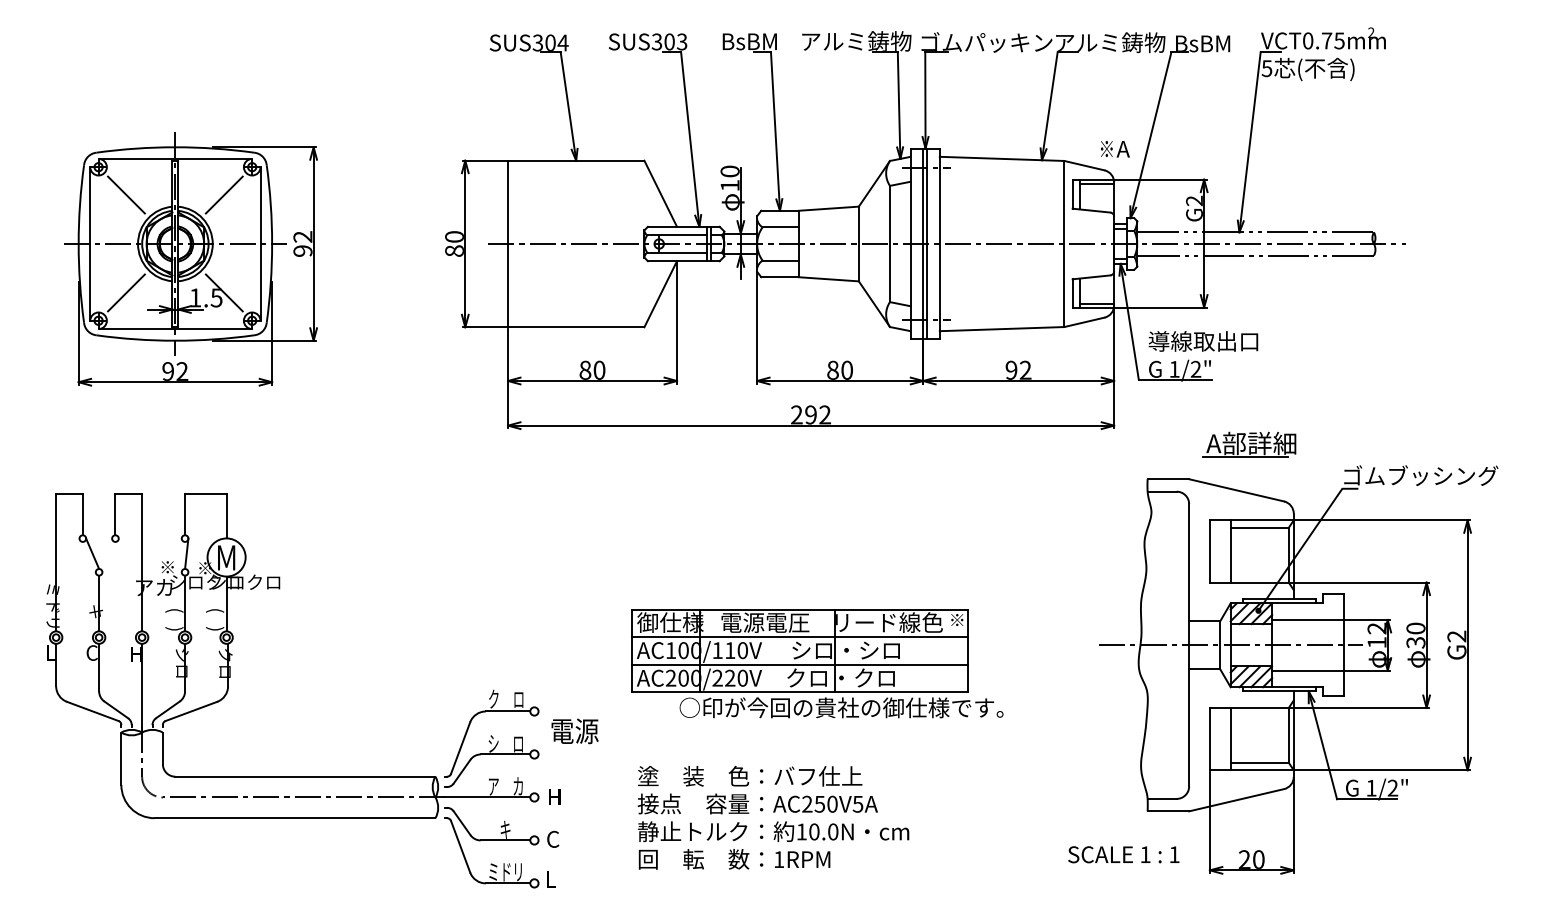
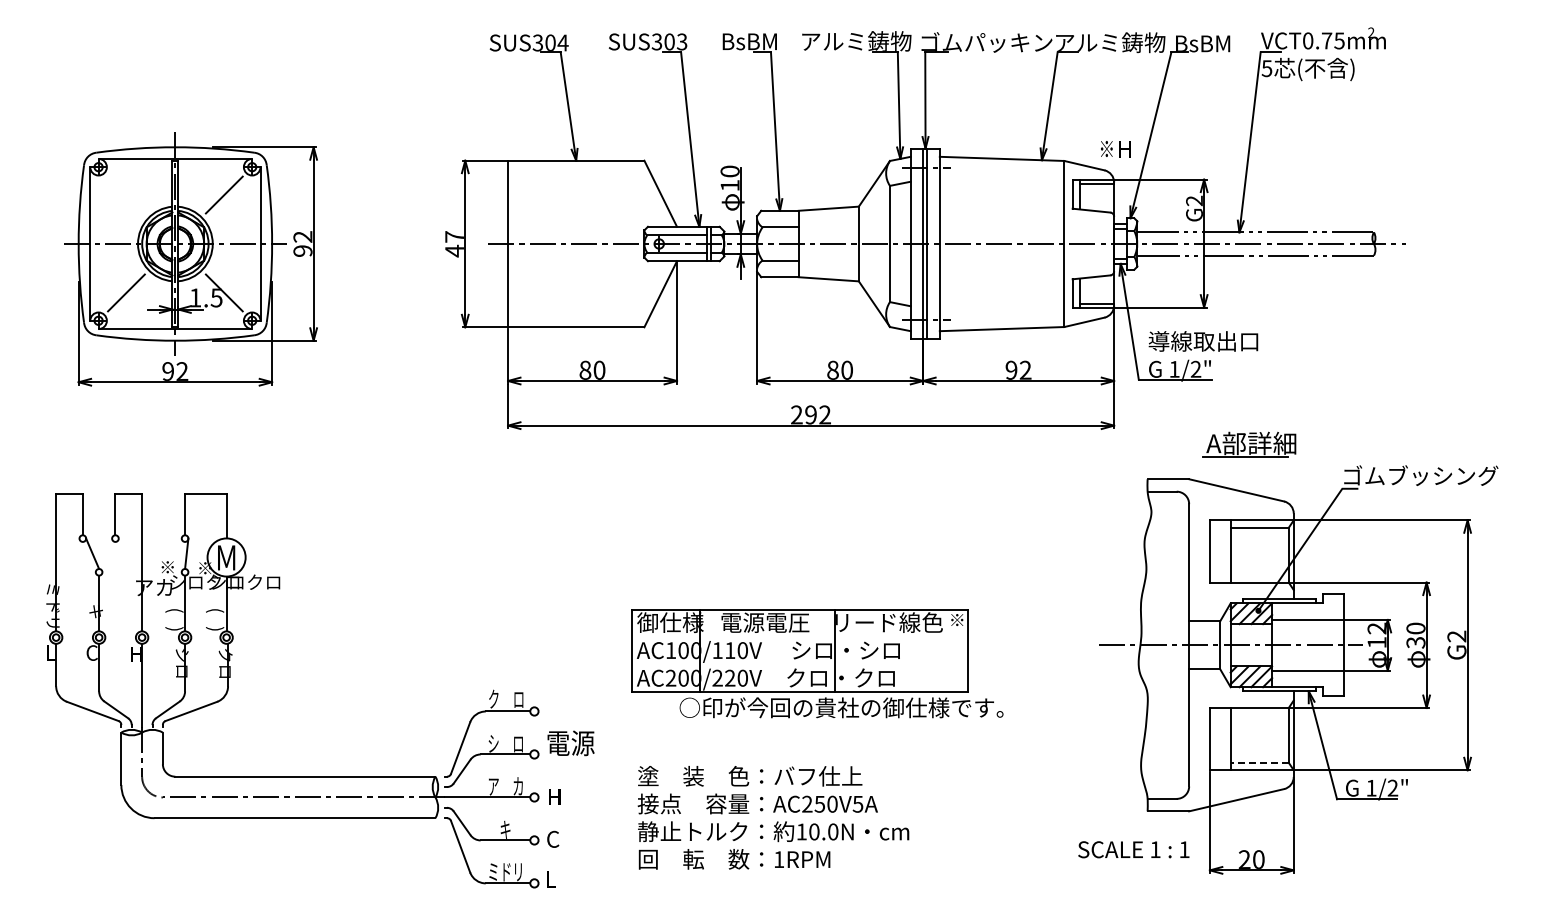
text at (1123, 149): A -> H
line at (126, 194): present -> none
text at (454, 244): 80 -> 47
line at (799, 637): present -> none
line at (799, 664): present -> none
text at (574, 731) position: (574, 731) -> (570, 743)
line at (1259, 762): solid -> dashed
text at (1123, 854) position: (1123, 854) -> (1133, 849)
